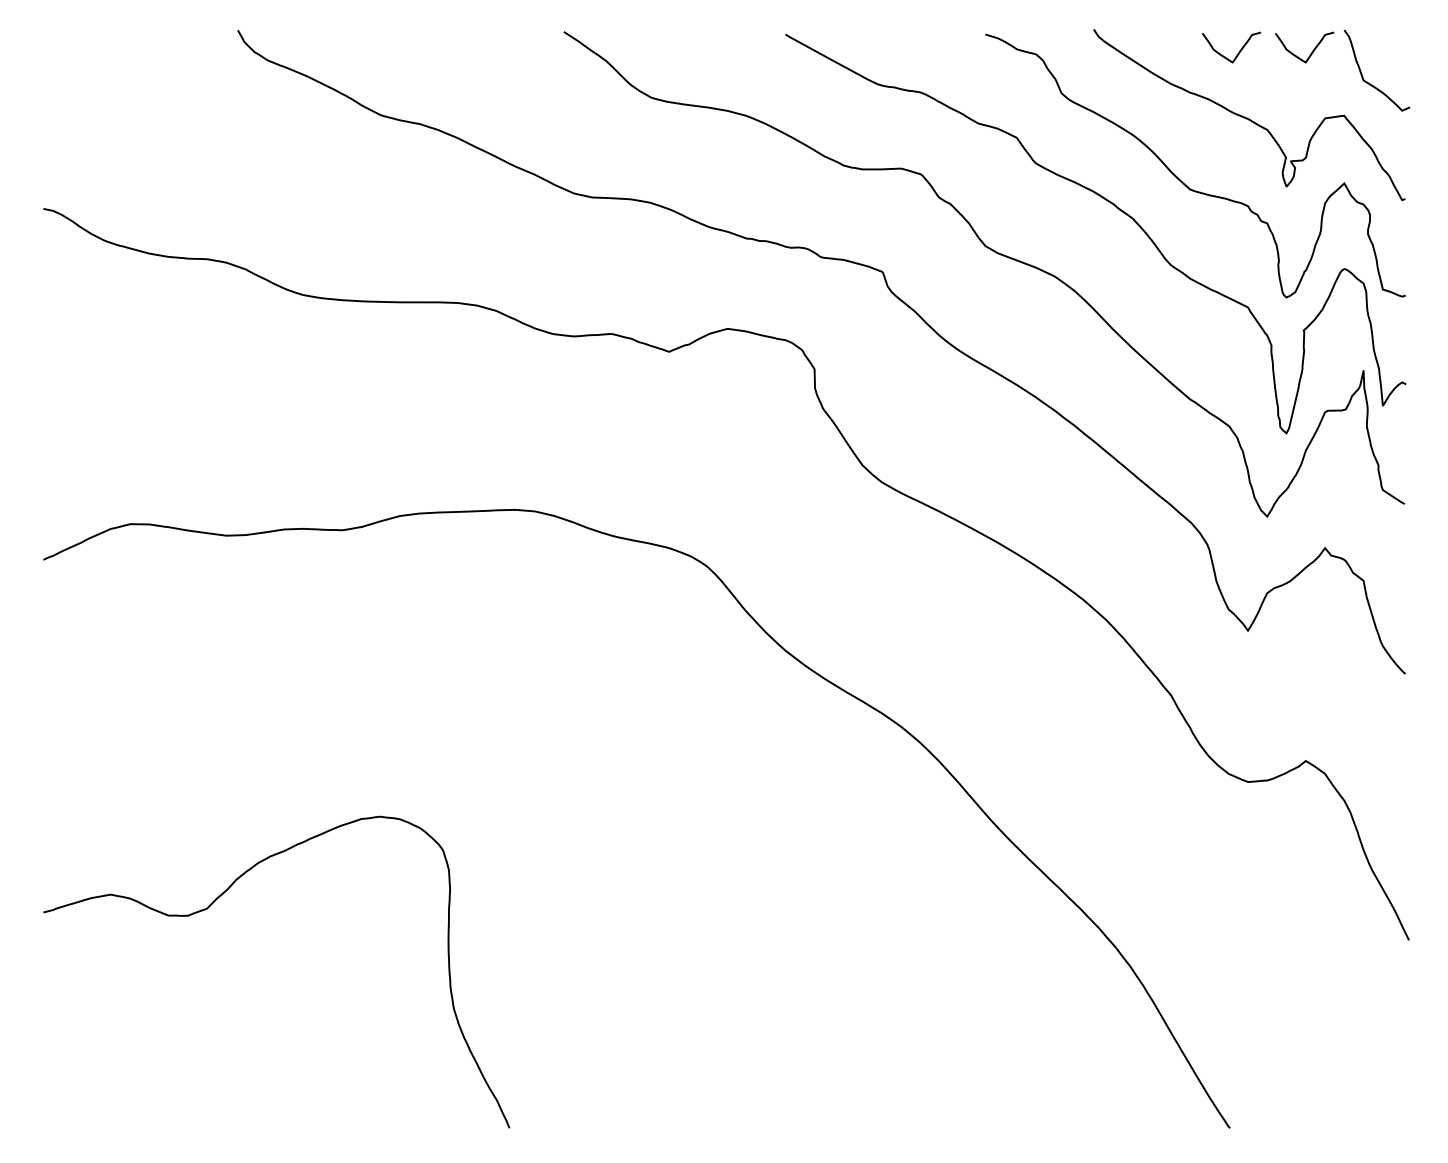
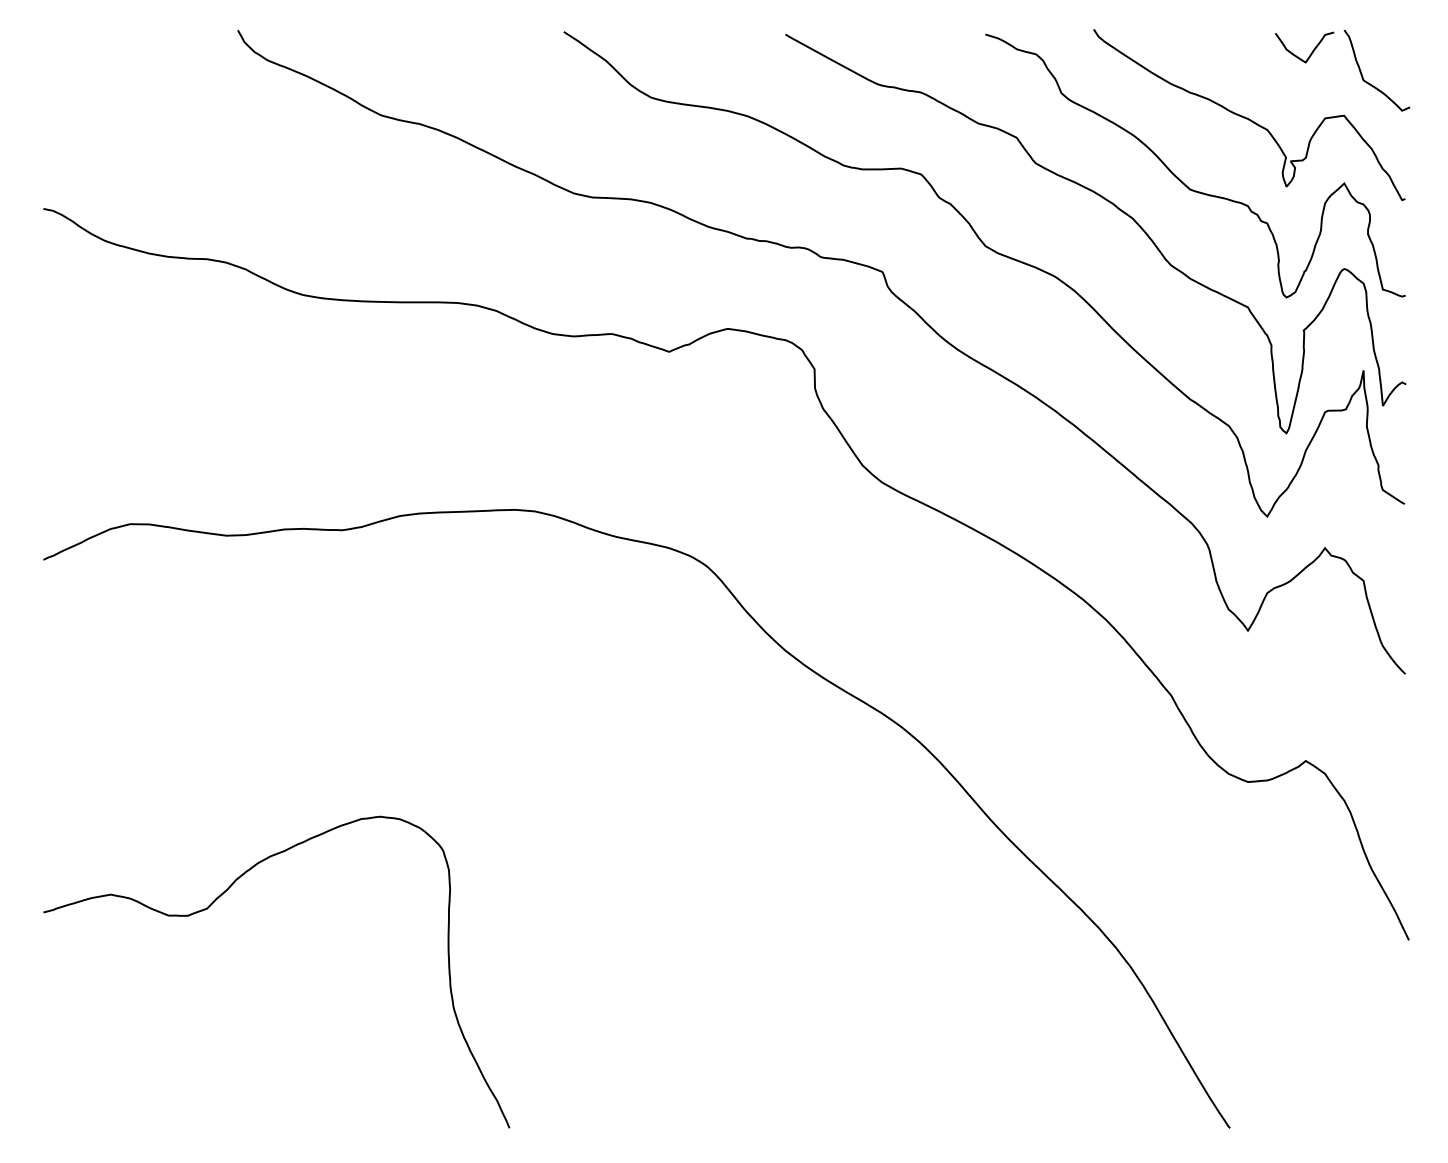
curve at (1237, 53): present -> none
